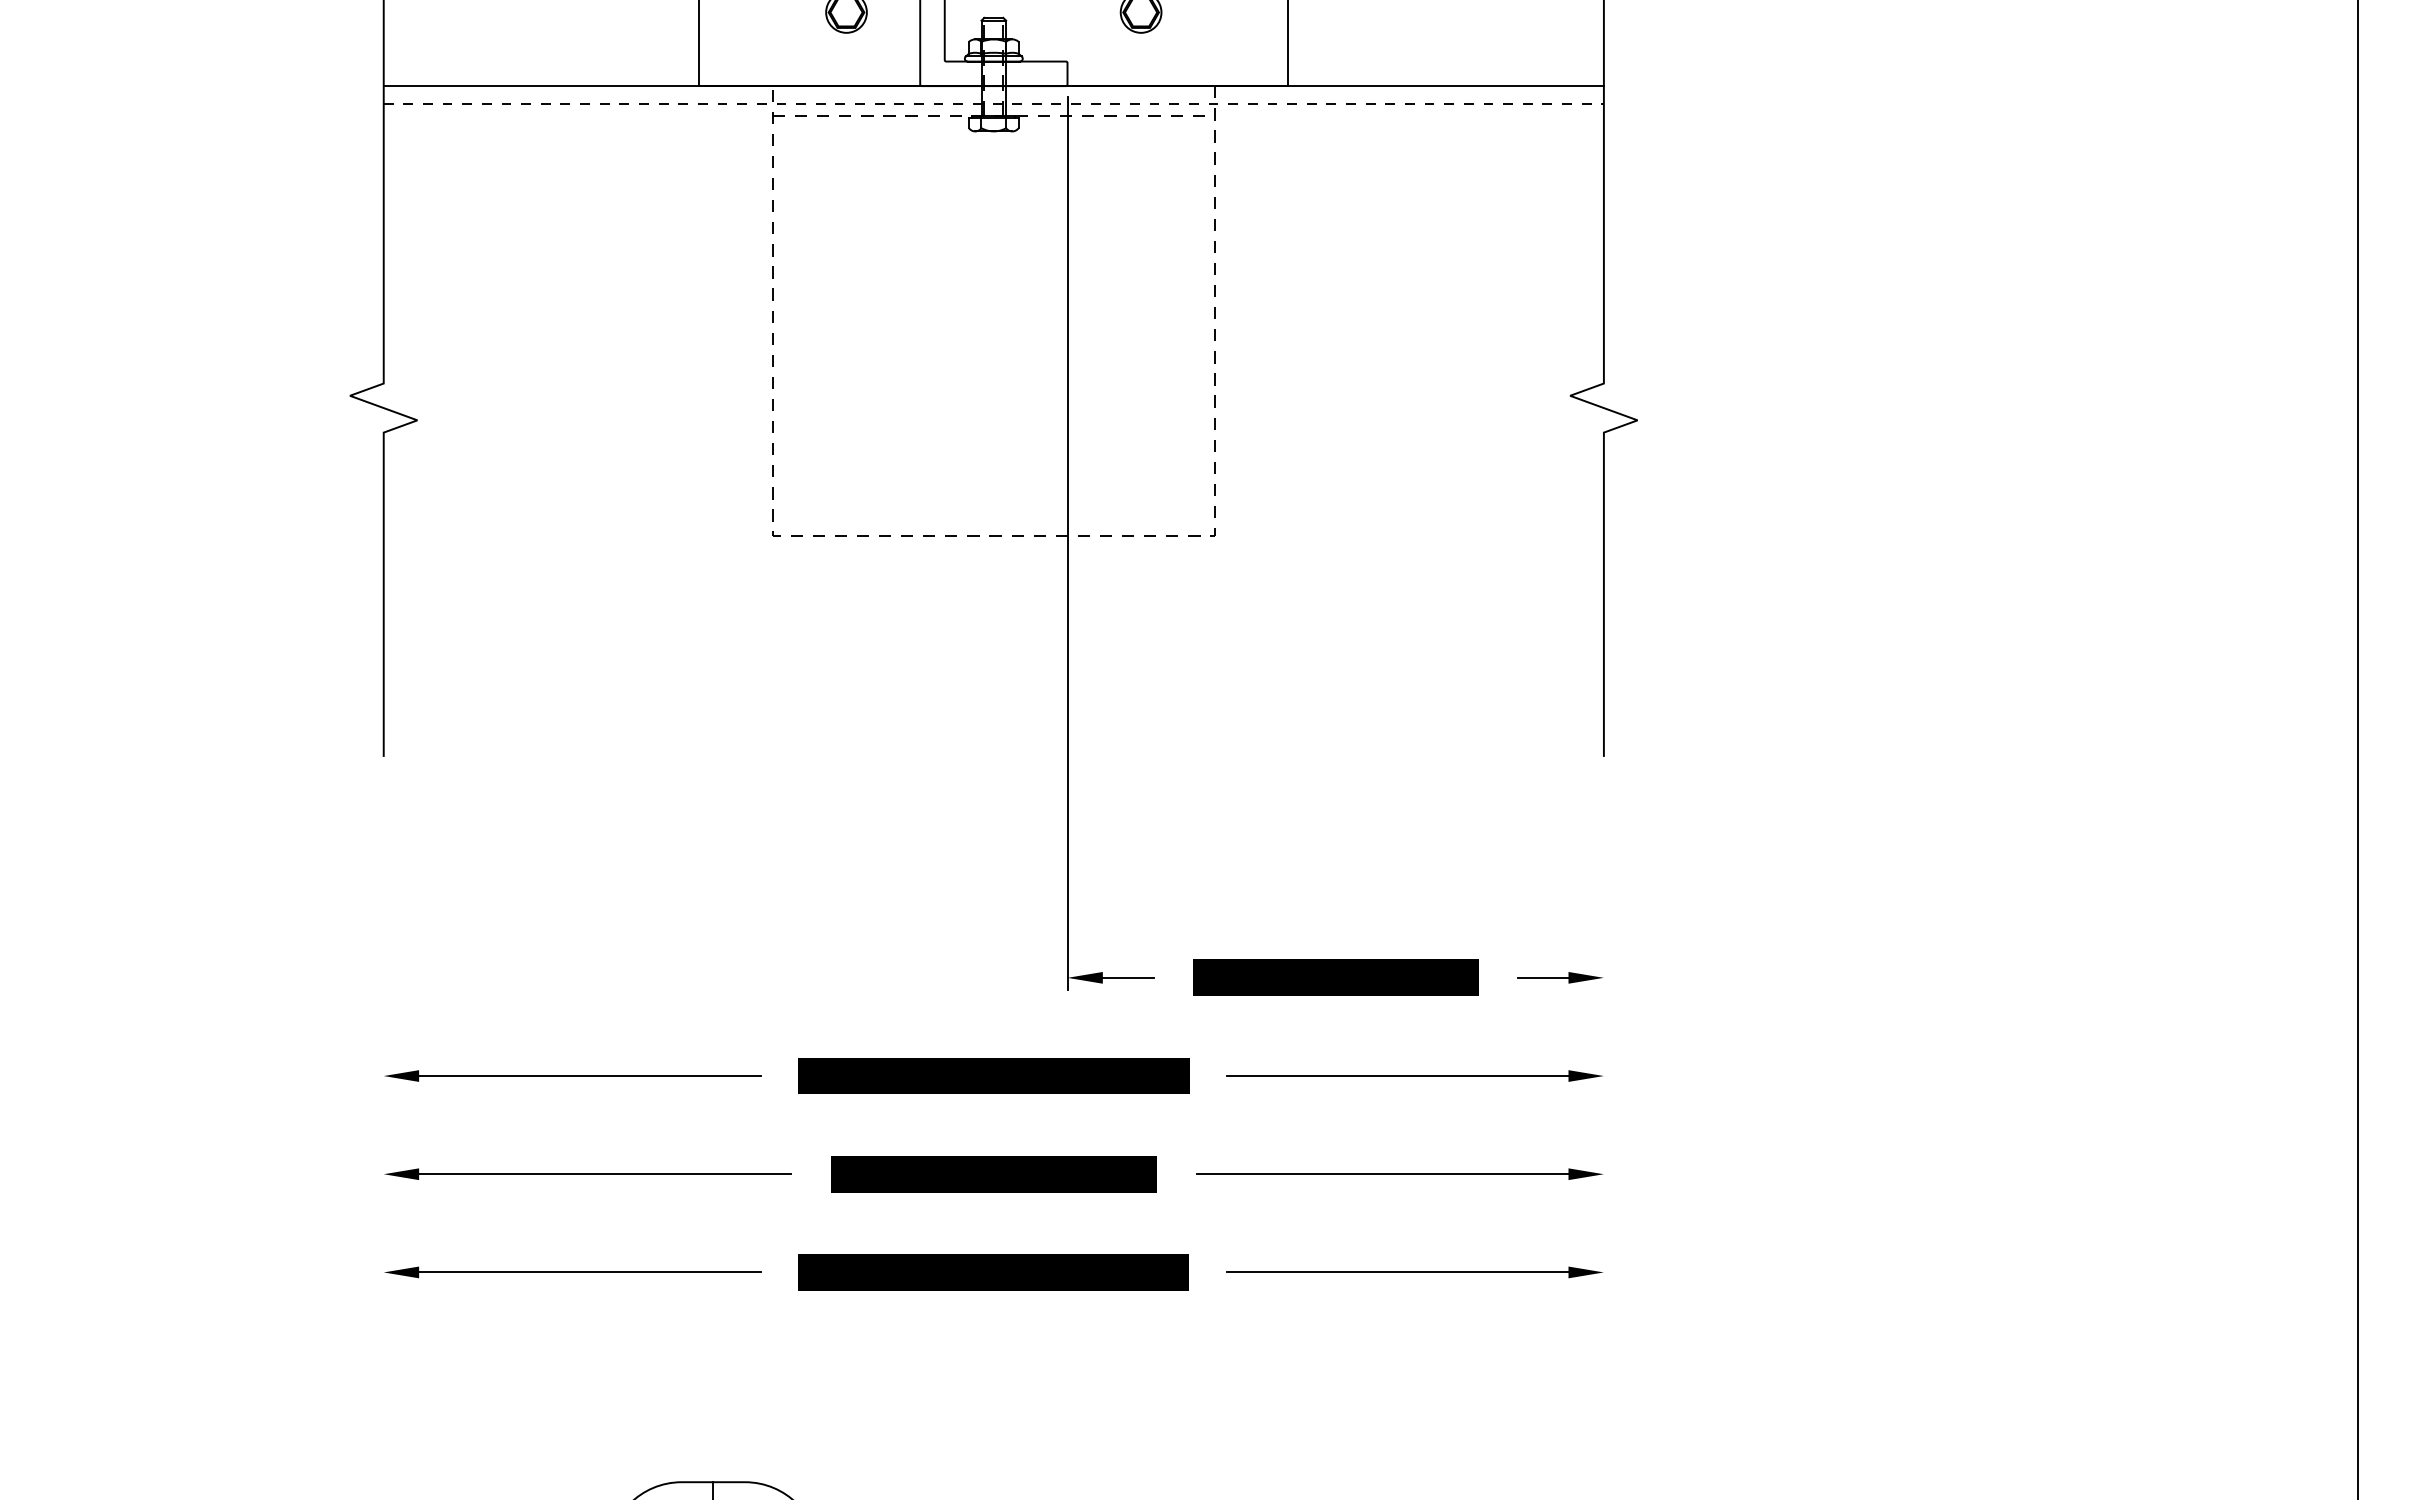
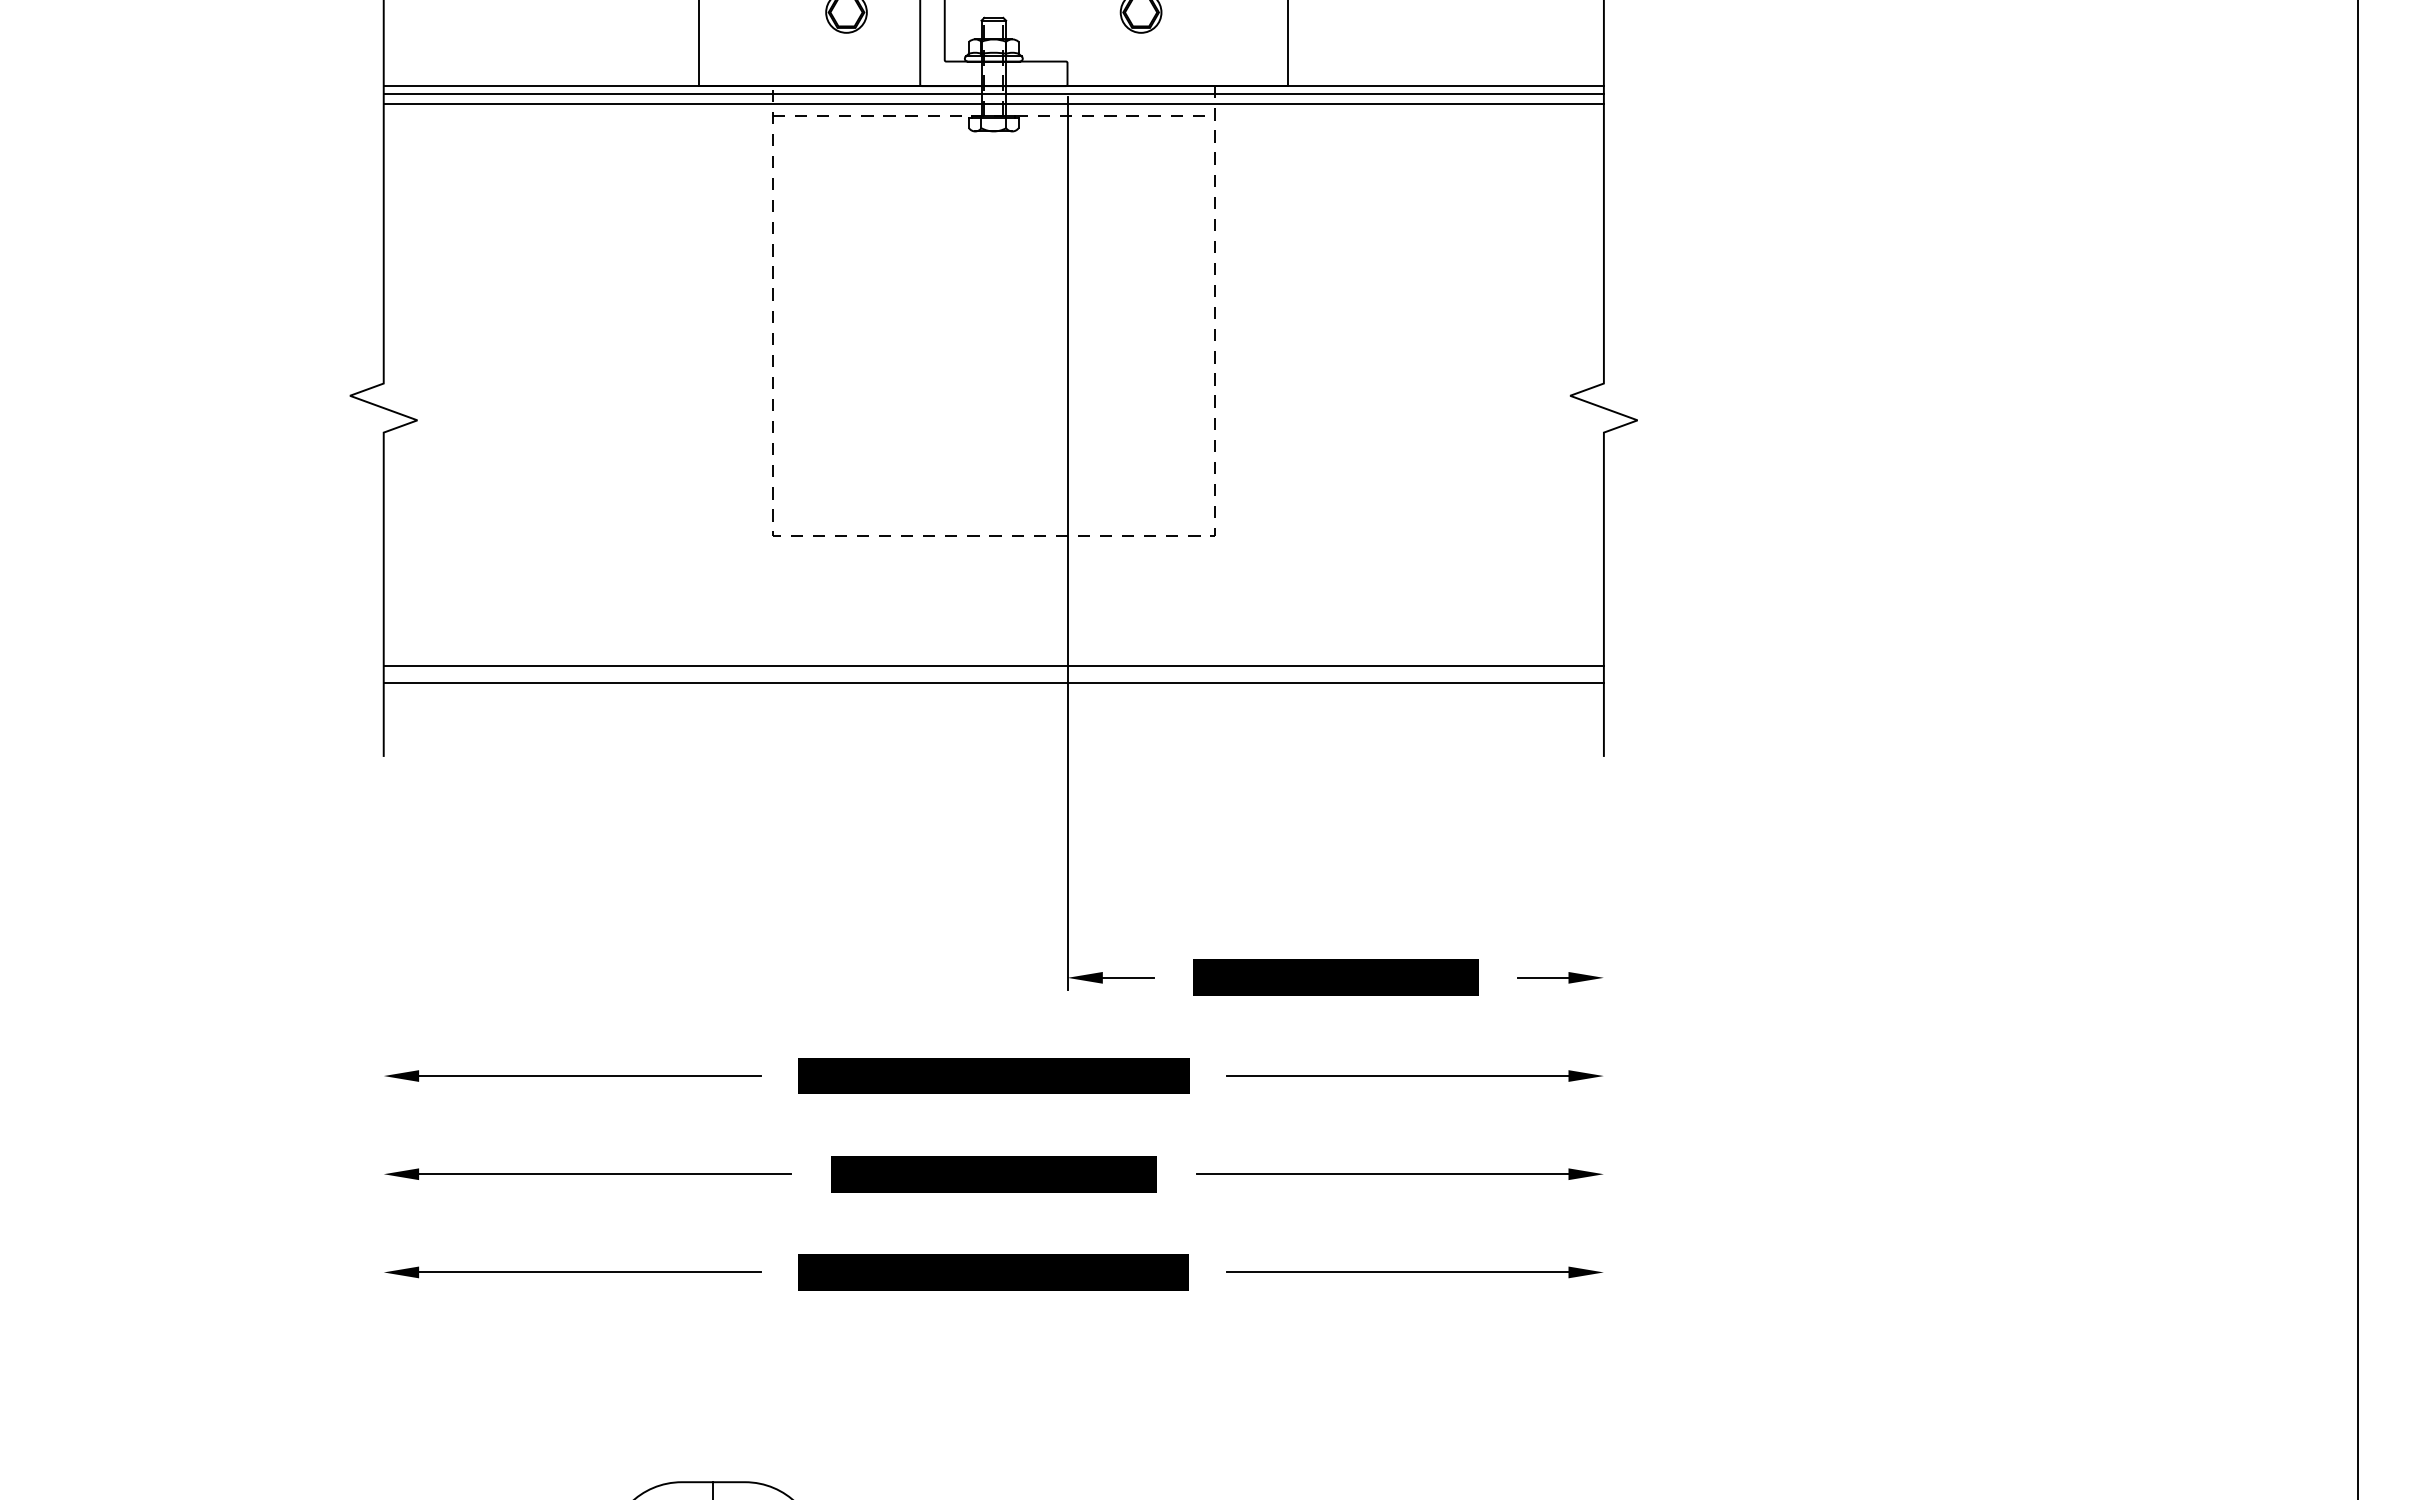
line at (993, 94): none -> present
line at (994, 103): dashed -> solid
line at (993, 666): none -> present
line at (993, 683): none -> present
